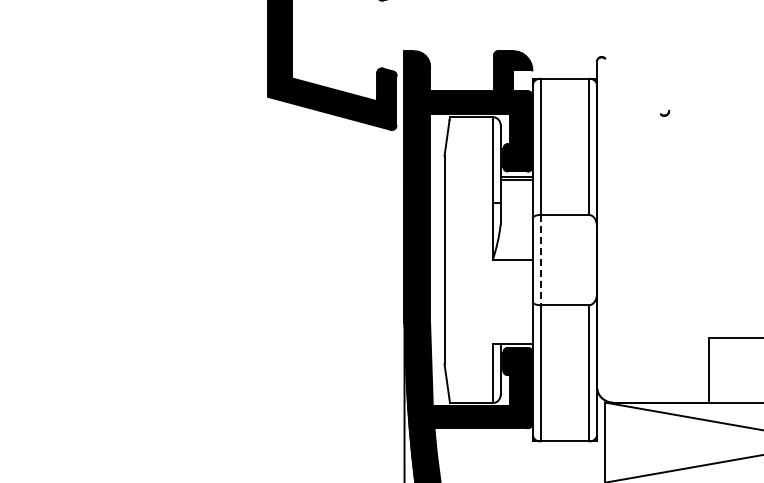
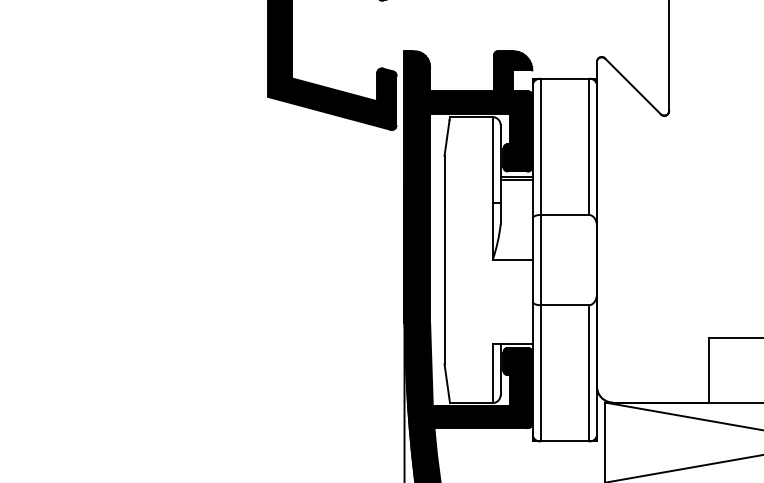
line at (669, 56): none -> present
line at (632, 86): none -> present
line at (540, 260): dashed -> solid
